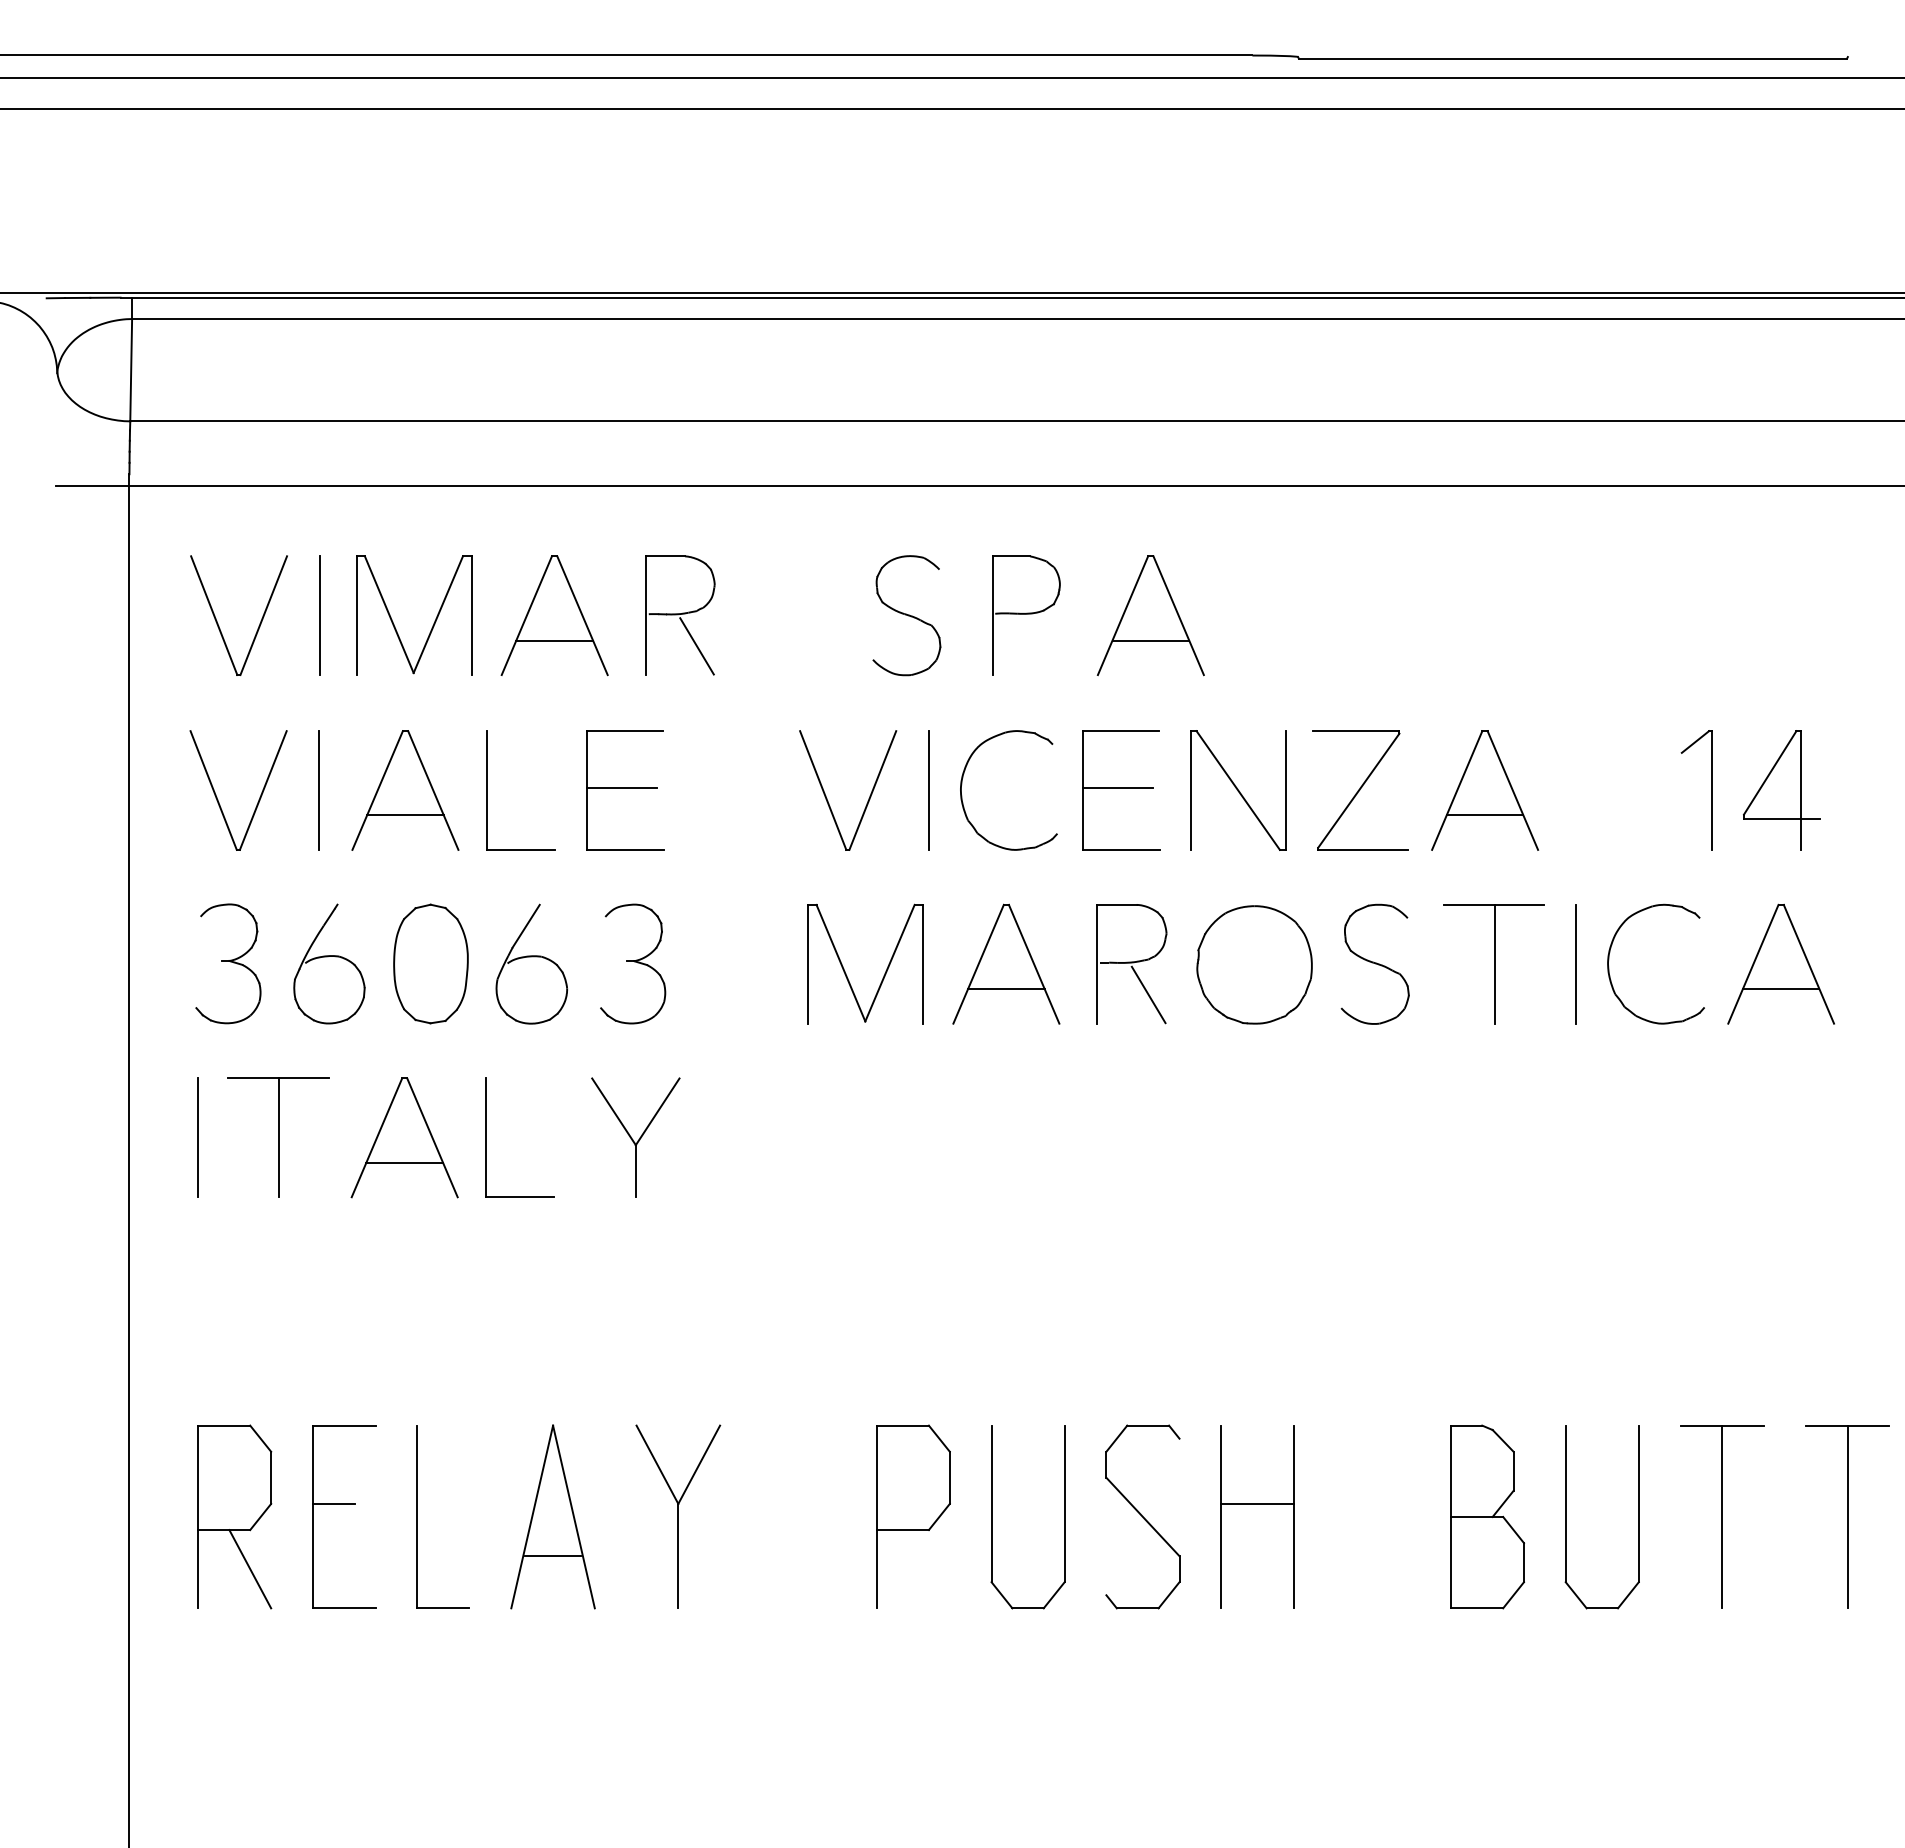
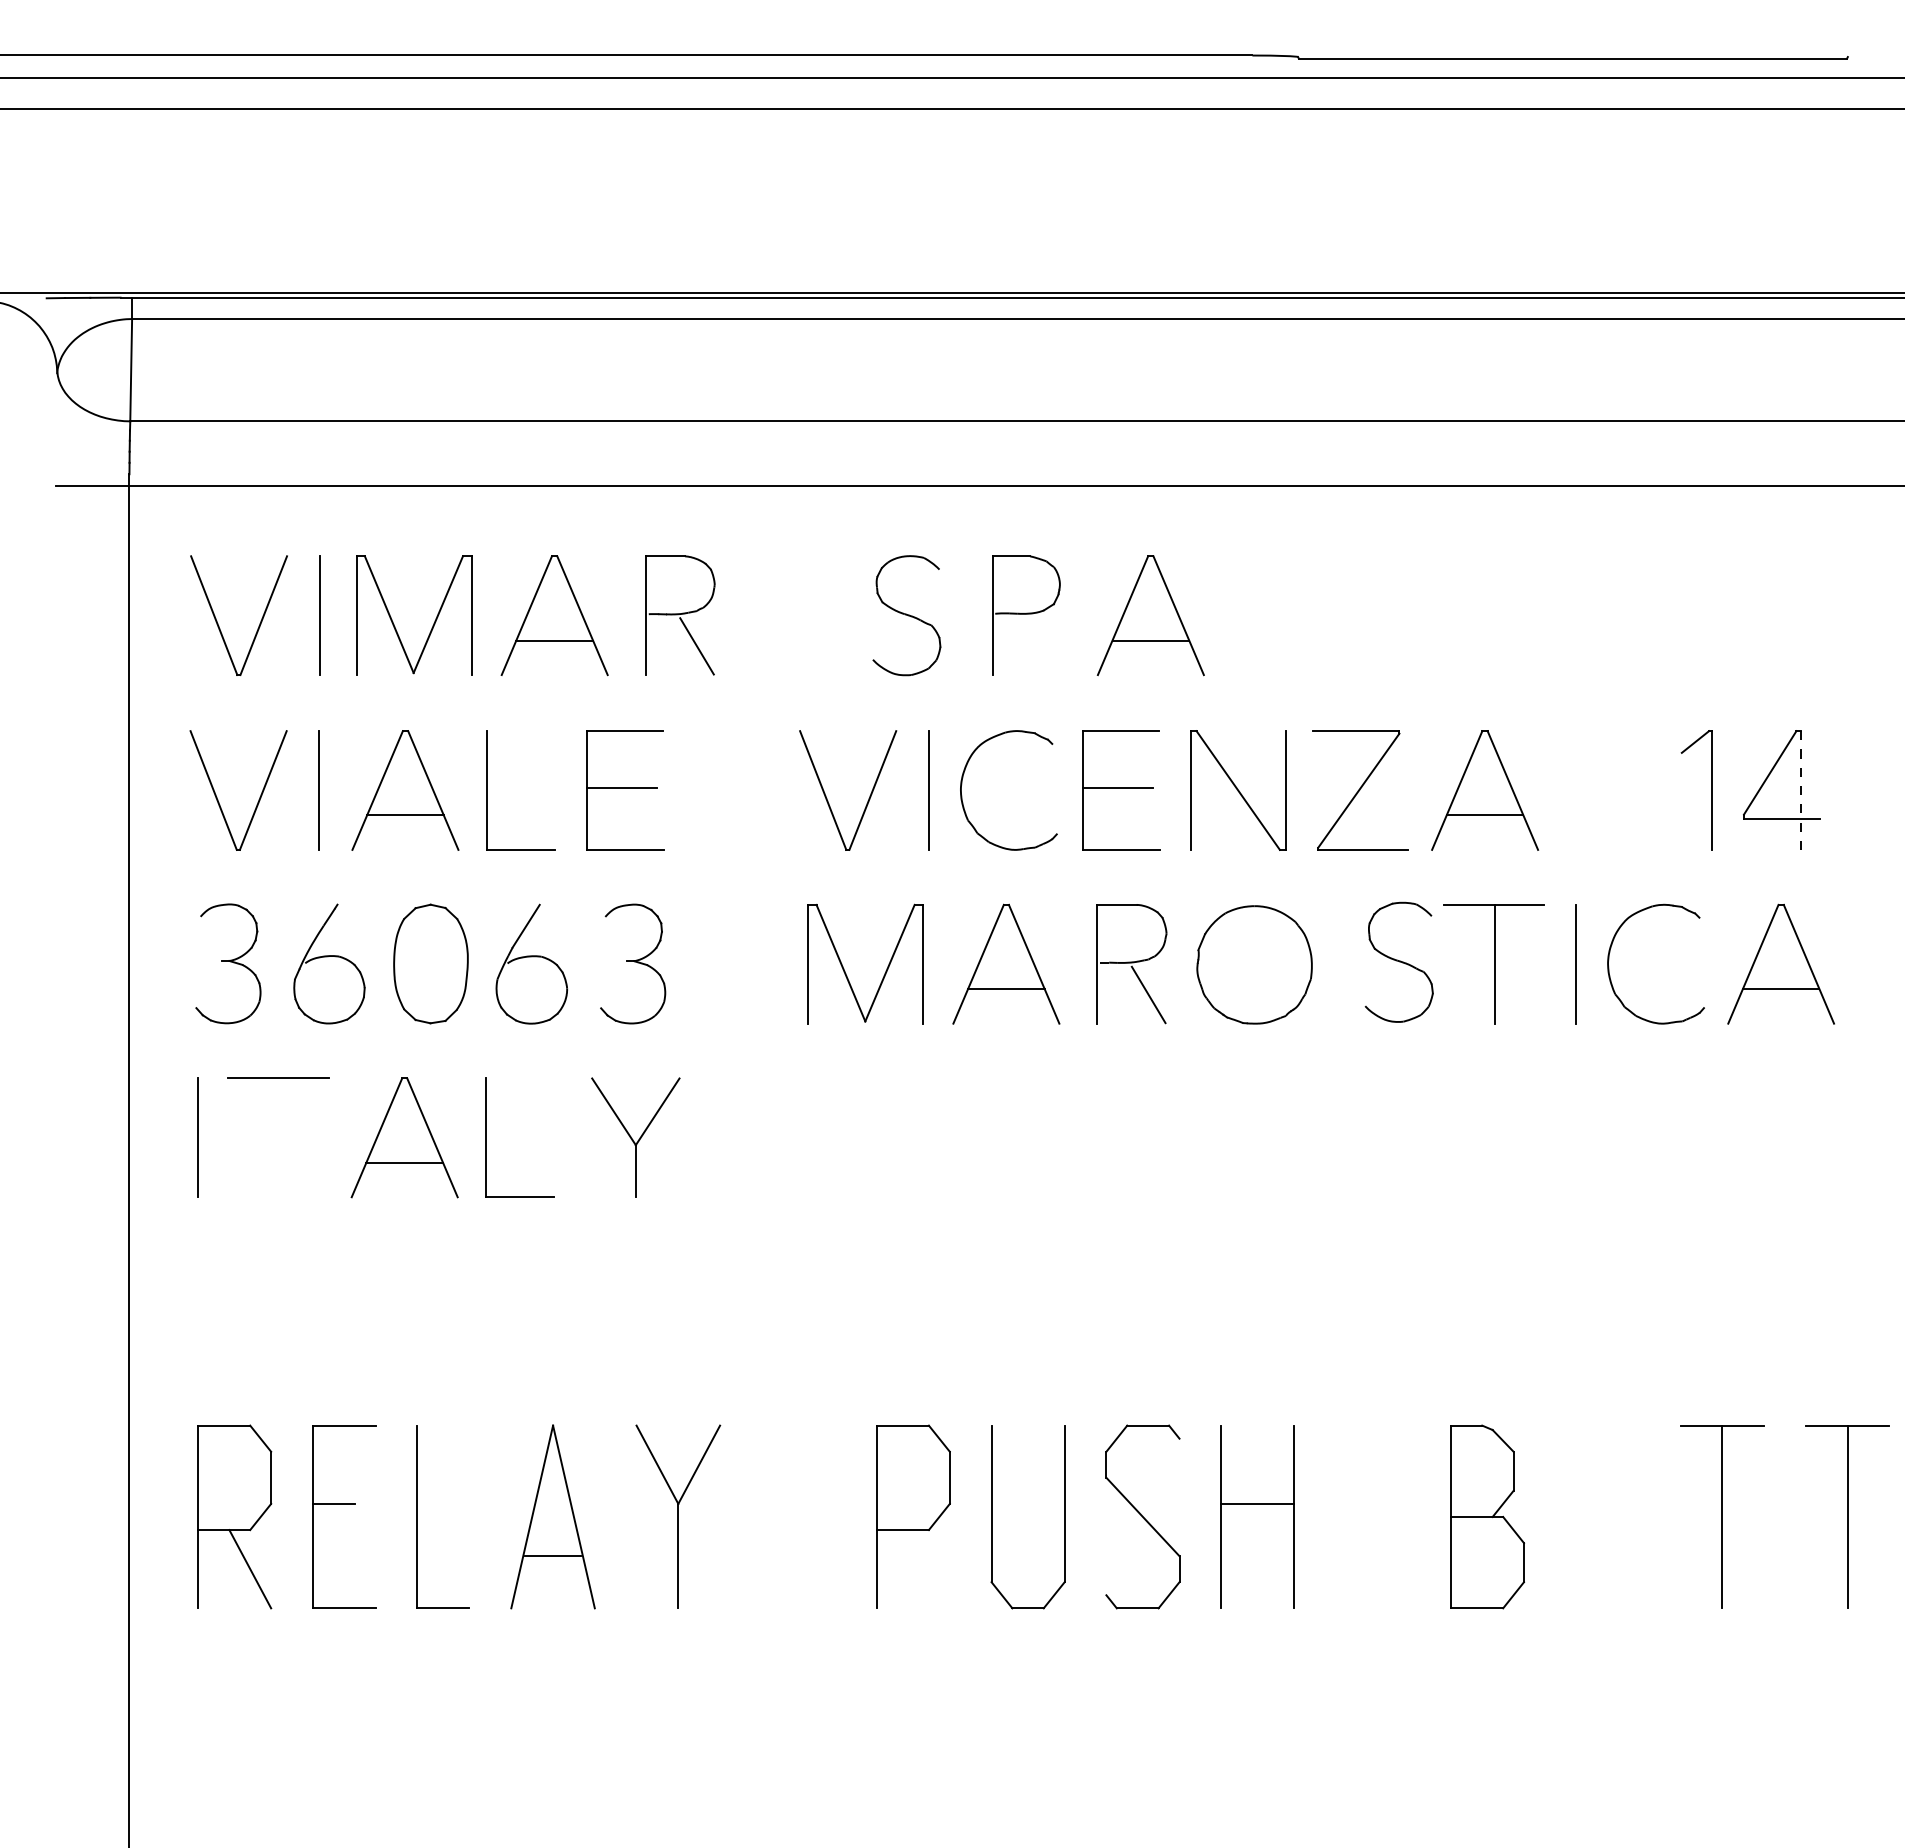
line at (1800, 791): solid -> dashed
part at (1374, 963) position: (1374, 963) -> (1398, 961)
line at (278, 1137): present -> none
part at (1566, 1517): present -> none
